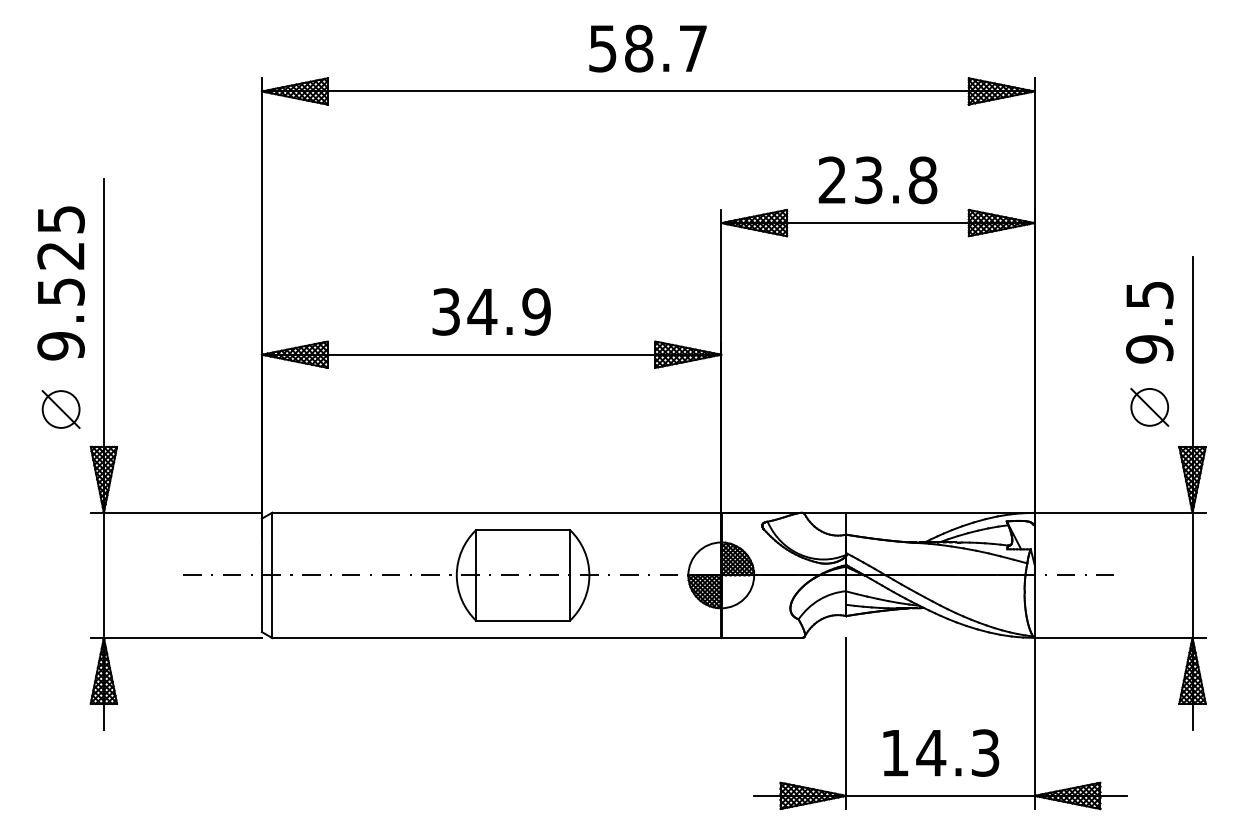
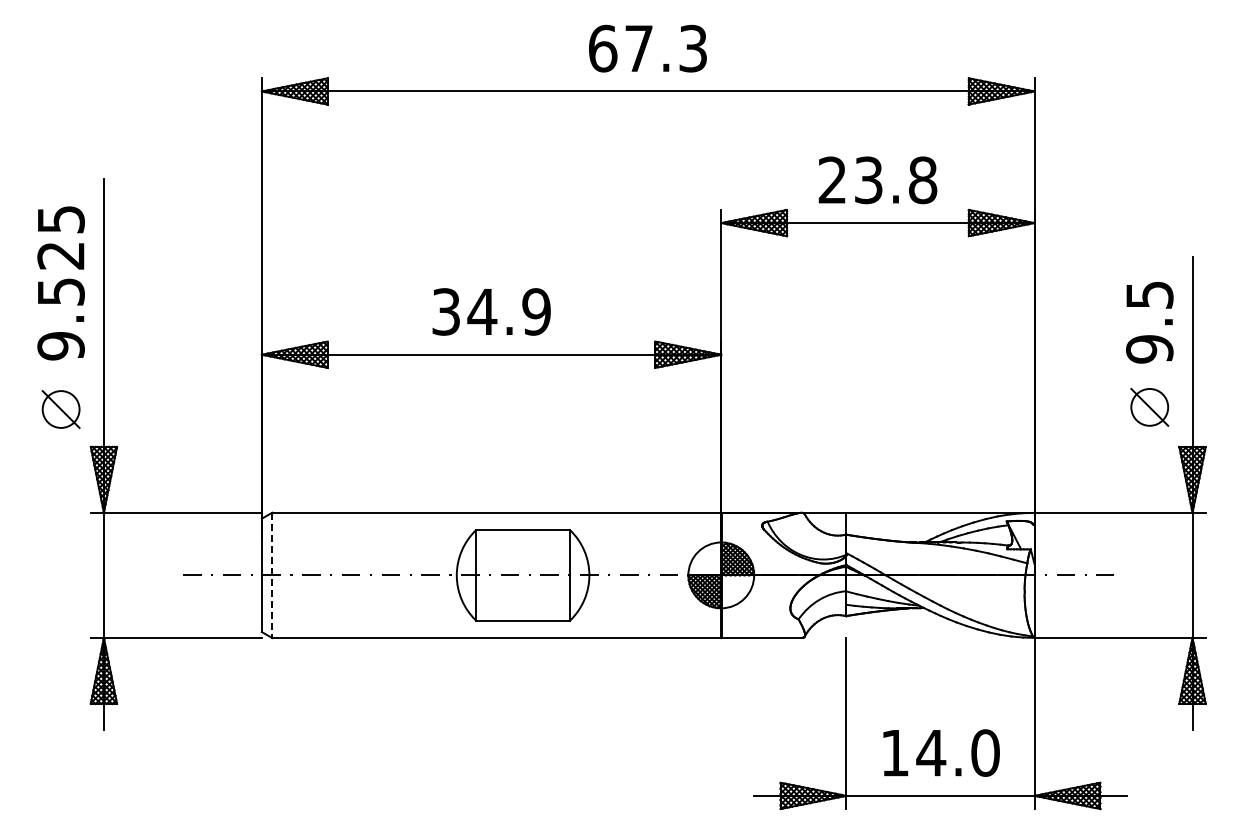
text at (647, 48): 58.7 -> 67.3
line at (272, 575): solid -> dashed
text at (985, 752): 14.3 -> 14.0
